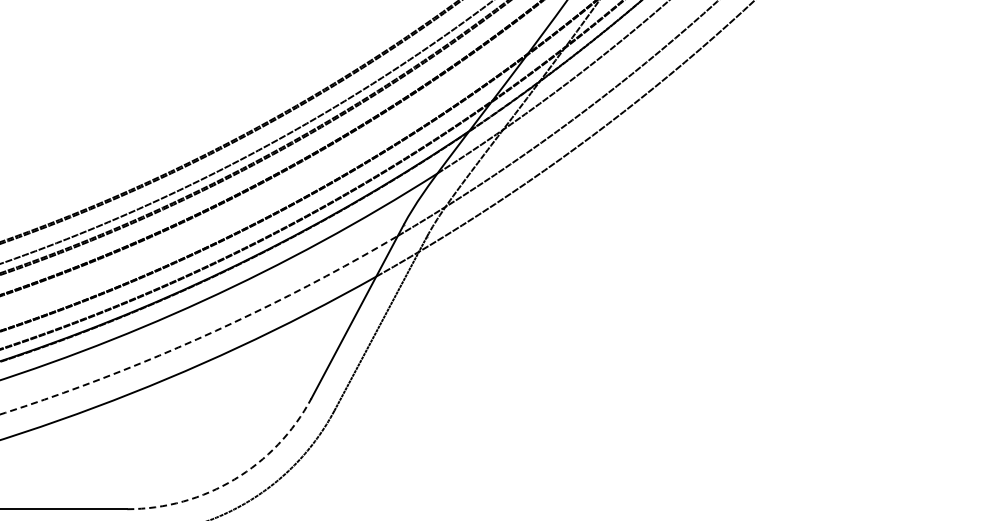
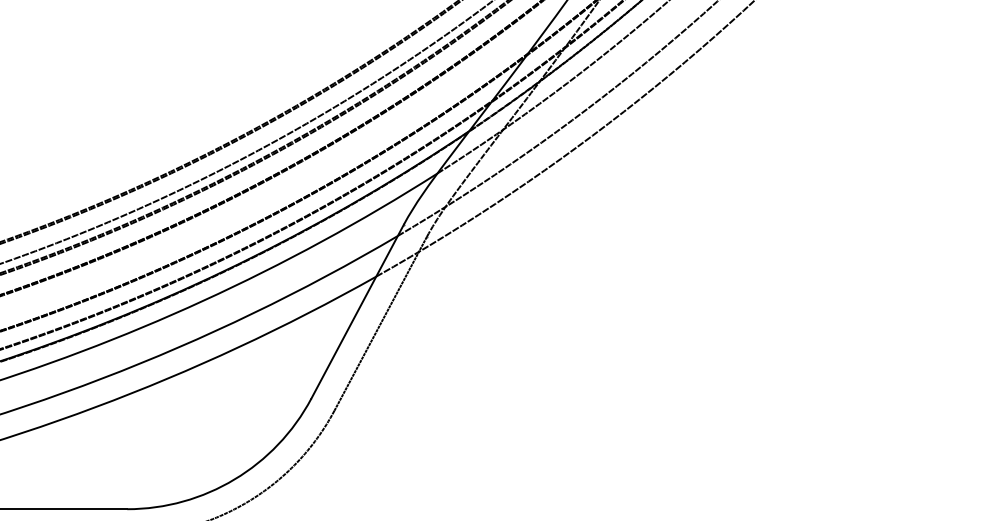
arc at (204, 336): dashed -> solid
arc at (234, 479): dashed -> solid
